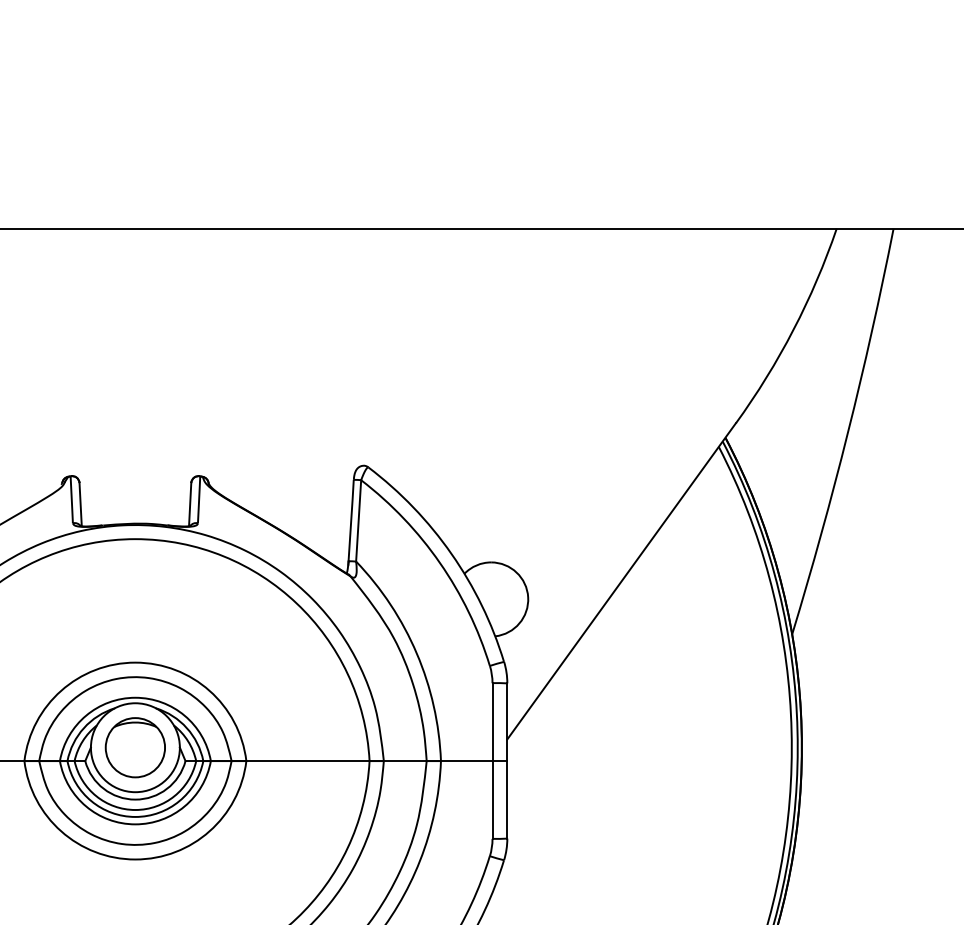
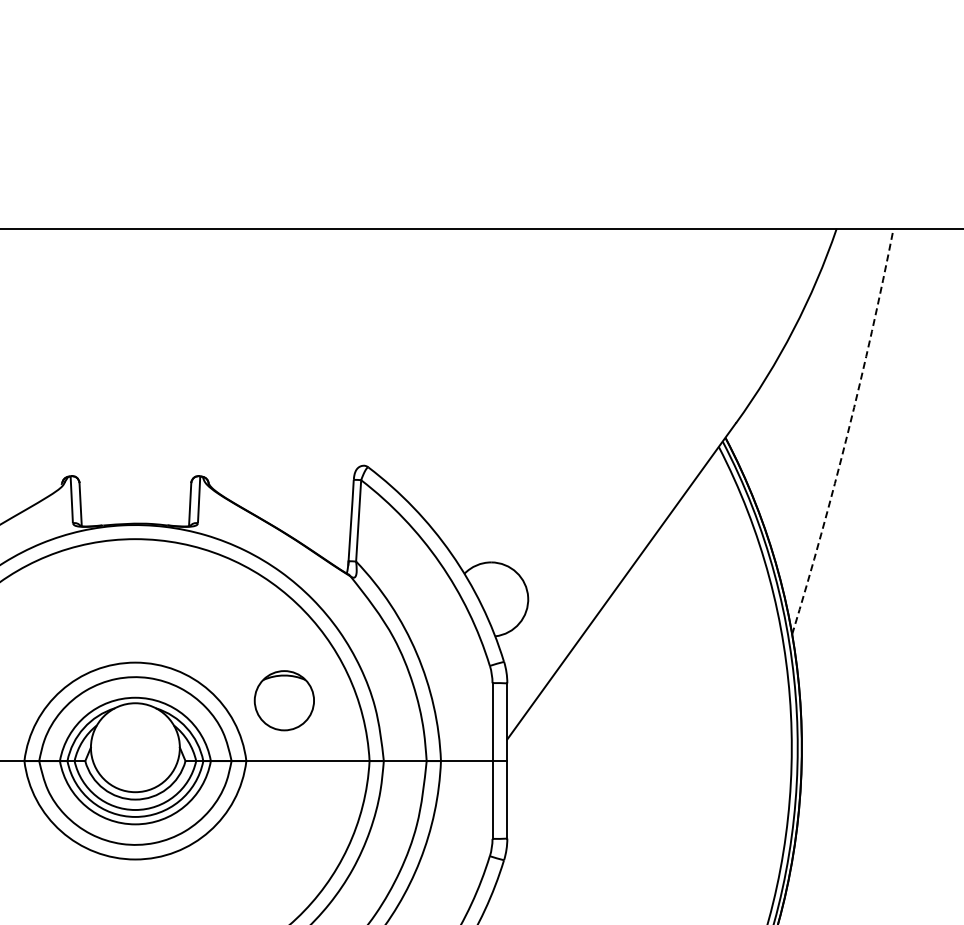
arc at (847, 432): solid -> dashed
part at (134, 747) position: (134, 747) -> (283, 700)
